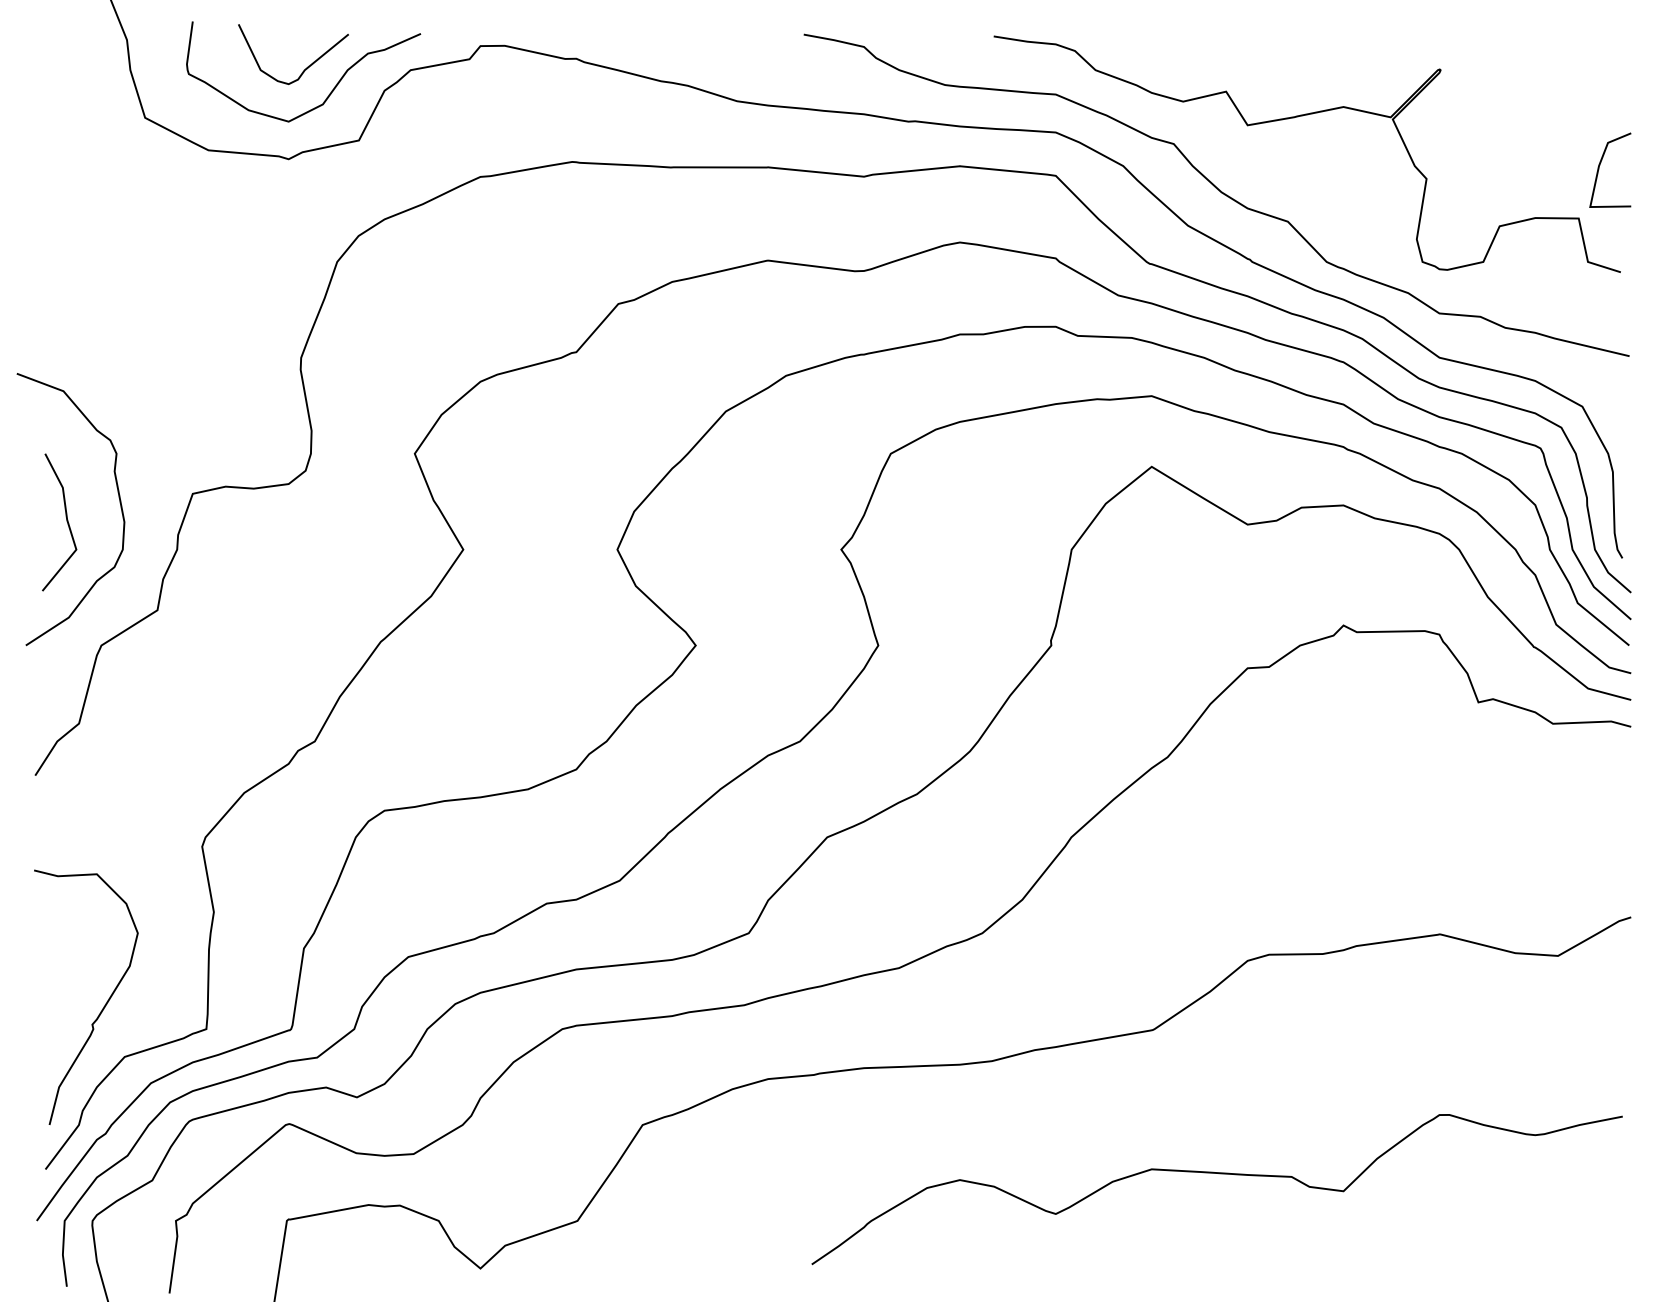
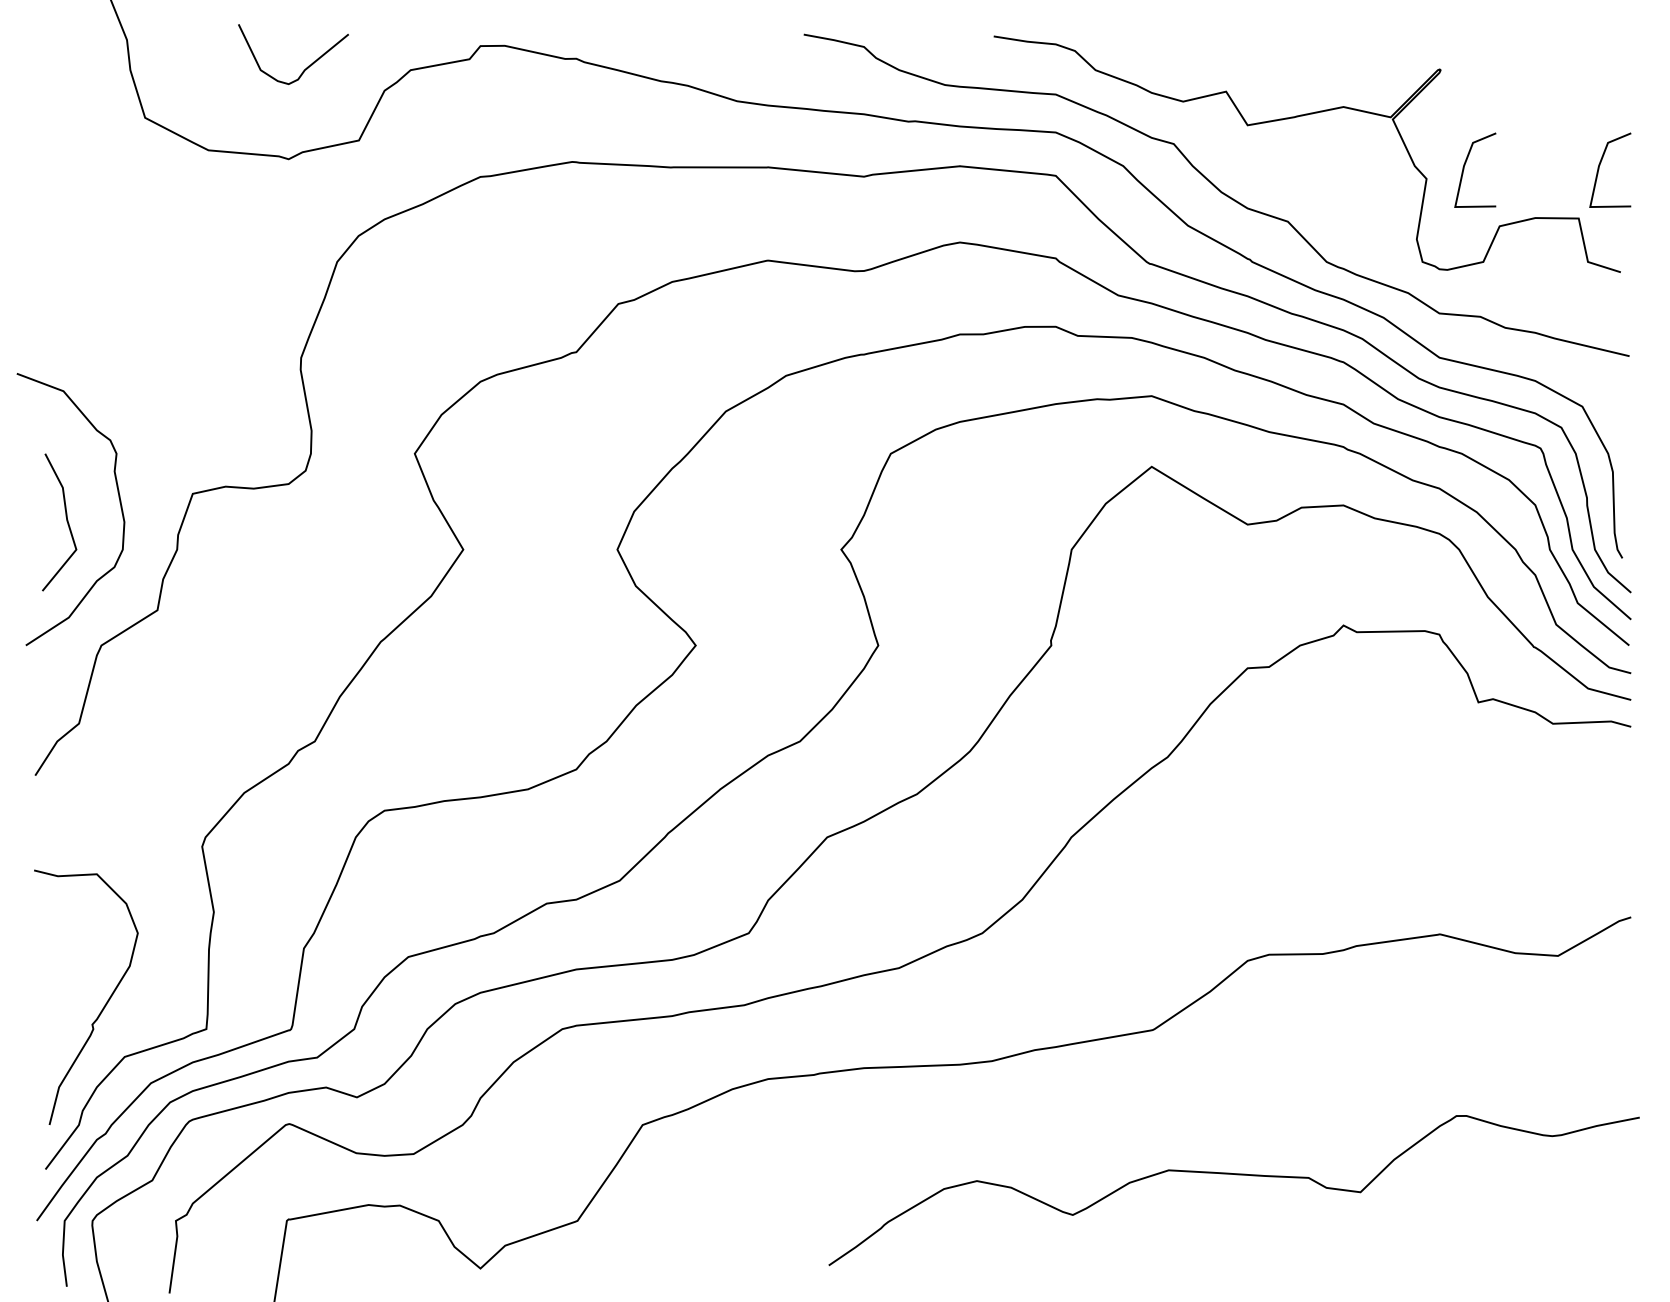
curve at (331, 90): present -> none
line at (1465, 165): none -> present
curve at (1219, 1174) position: (1219, 1174) -> (1236, 1175)
